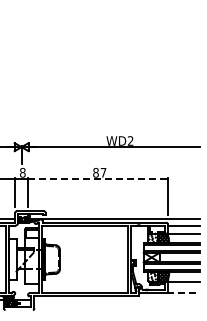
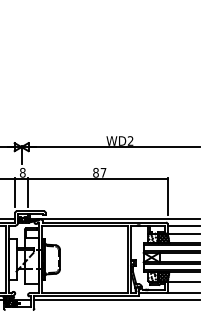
line at (97, 179): dashed -> solid
line at (184, 292): dashed -> solid
line at (116, 299): none -> present
